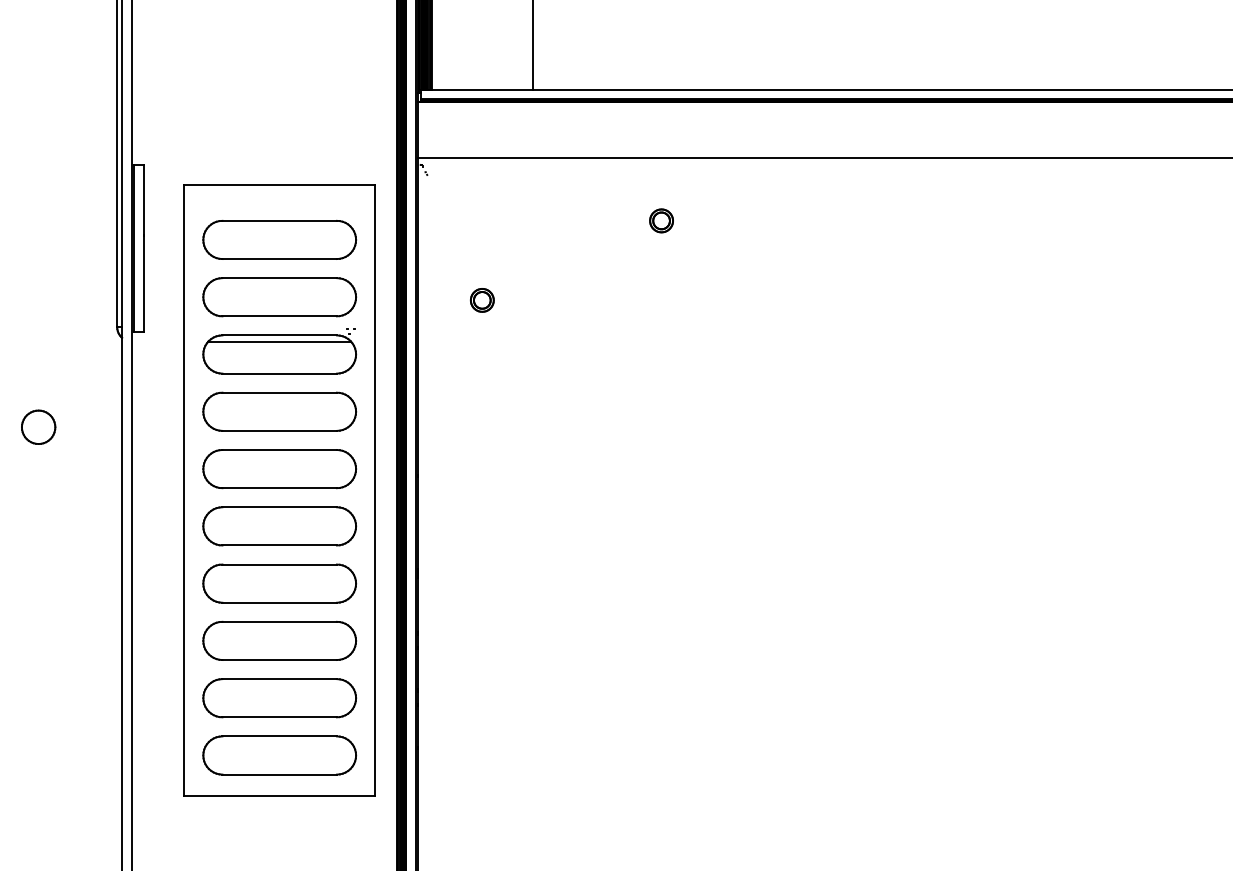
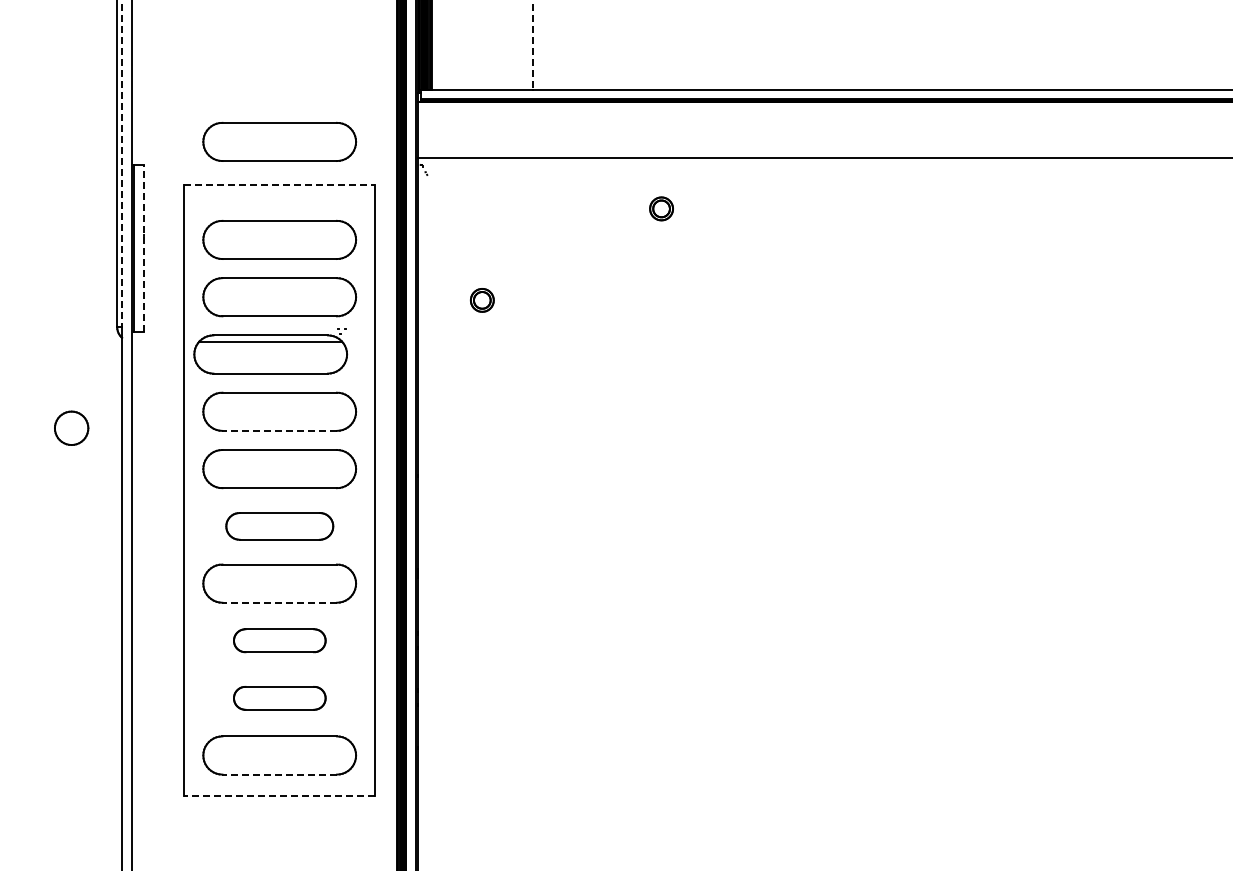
line at (532, 44): solid -> dashed
part at (279, 141): none -> present
line at (122, 164): solid -> dashed
line at (280, 185): solid -> dashed
part at (661, 220) position: (661, 220) -> (661, 208)
line at (143, 248): solid -> dashed
part at (279, 351) position: (279, 351) -> (270, 351)
part at (38, 426) position: (38, 426) -> (71, 427)
line at (279, 430): solid -> dashed
part at (279, 526) size: 156x41 px -> 110x29 px
line at (279, 602): solid -> dashed
part at (279, 640) size: 156x41 px -> 94x26 px
part at (279, 698) size: 156x41 px -> 94x25 px
line at (279, 774): solid -> dashed
line at (279, 796): solid -> dashed
